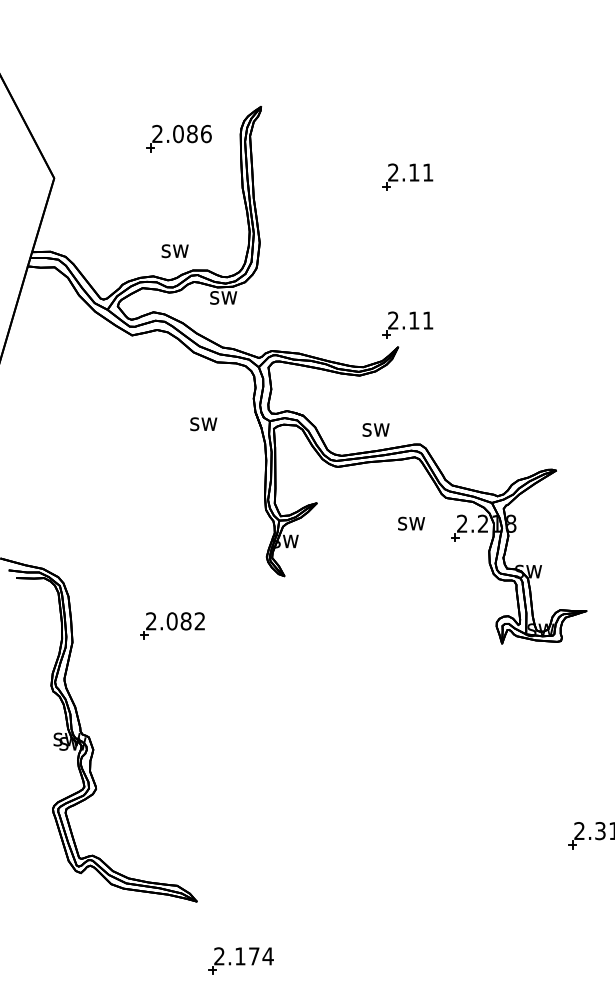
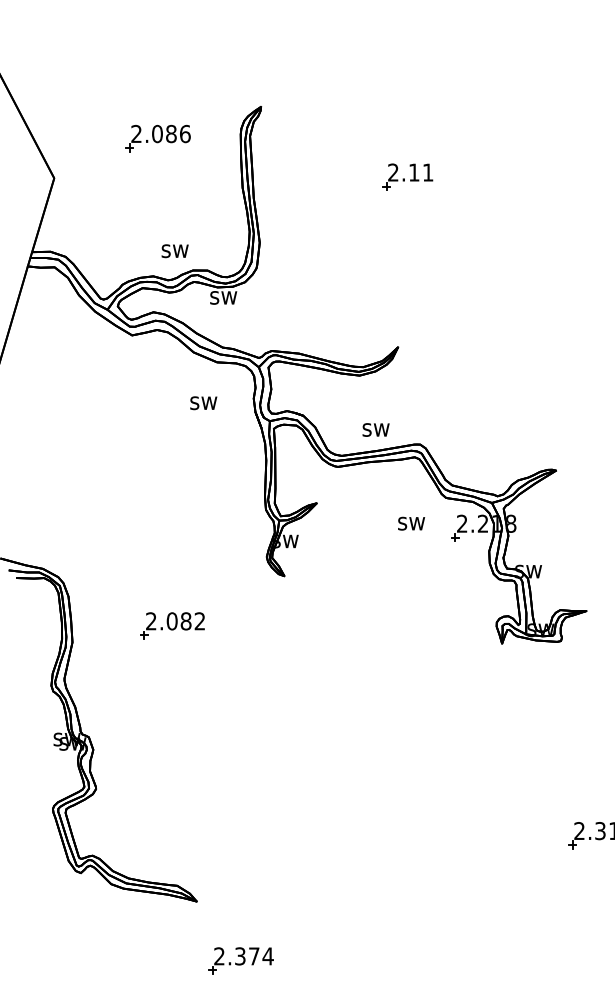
part at (178, 138) position: (178, 138) -> (157, 138)
part at (407, 324): present -> none
text at (203, 424) position: (203, 424) -> (203, 403)
text at (240, 956): 2.174 -> 2.374
